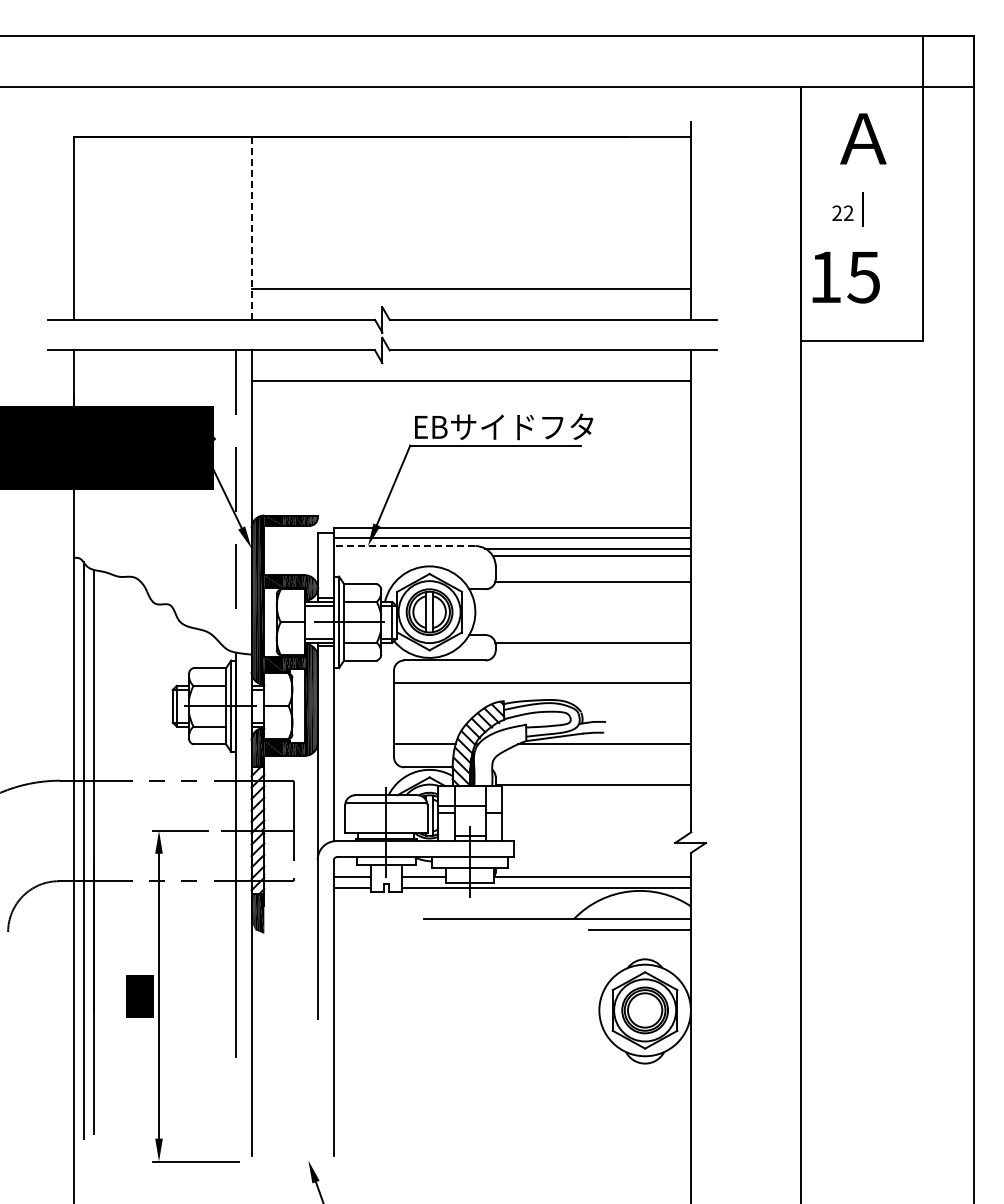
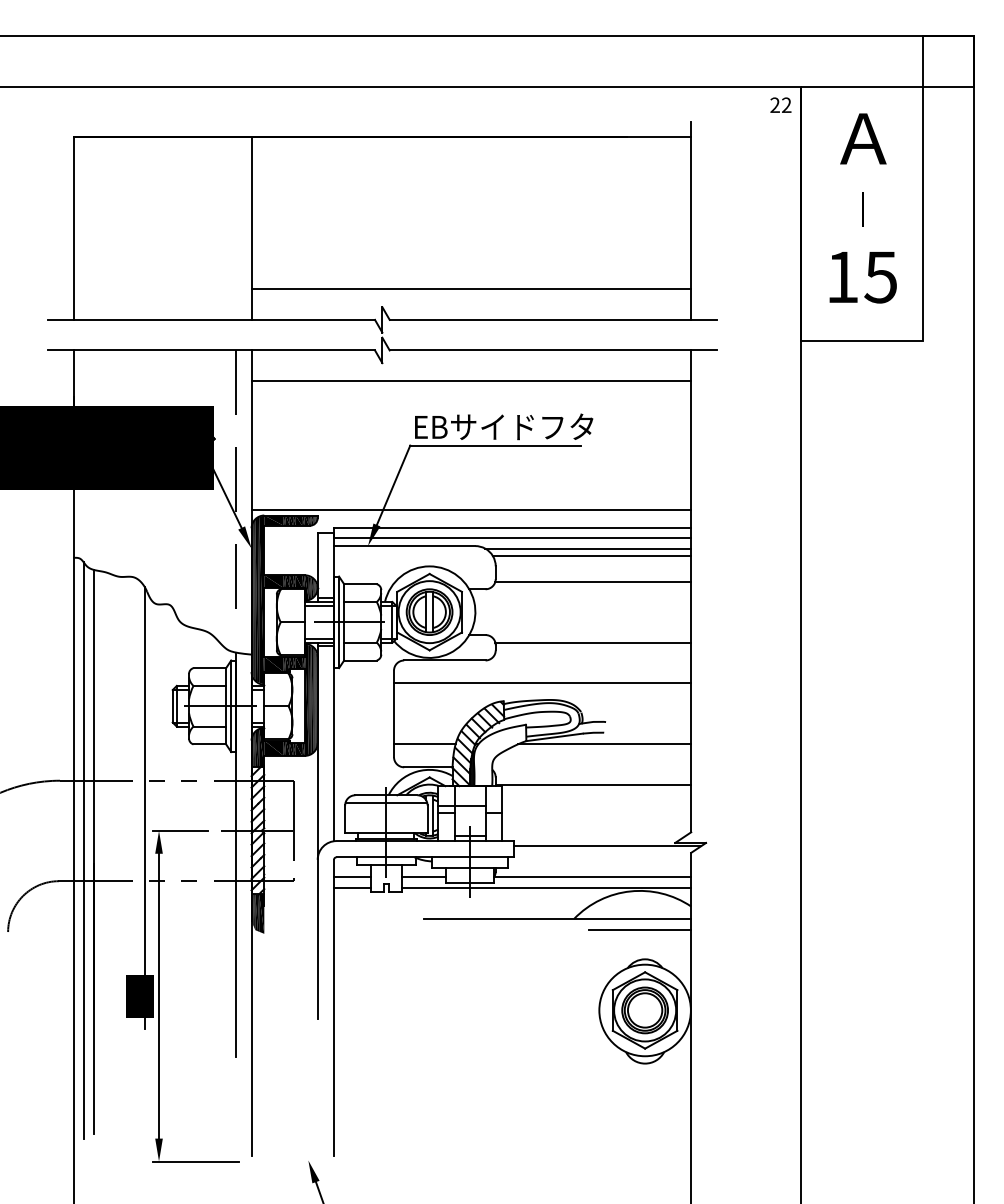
text at (842, 212) position: (842, 212) -> (780, 104)
line at (251, 228): dashed -> solid
text at (845, 277) position: (845, 277) -> (862, 277)
line at (471, 510): none -> present
line at (404, 546): dashed -> solid
line at (144, 807): none -> present
line at (607, 846): none -> present
